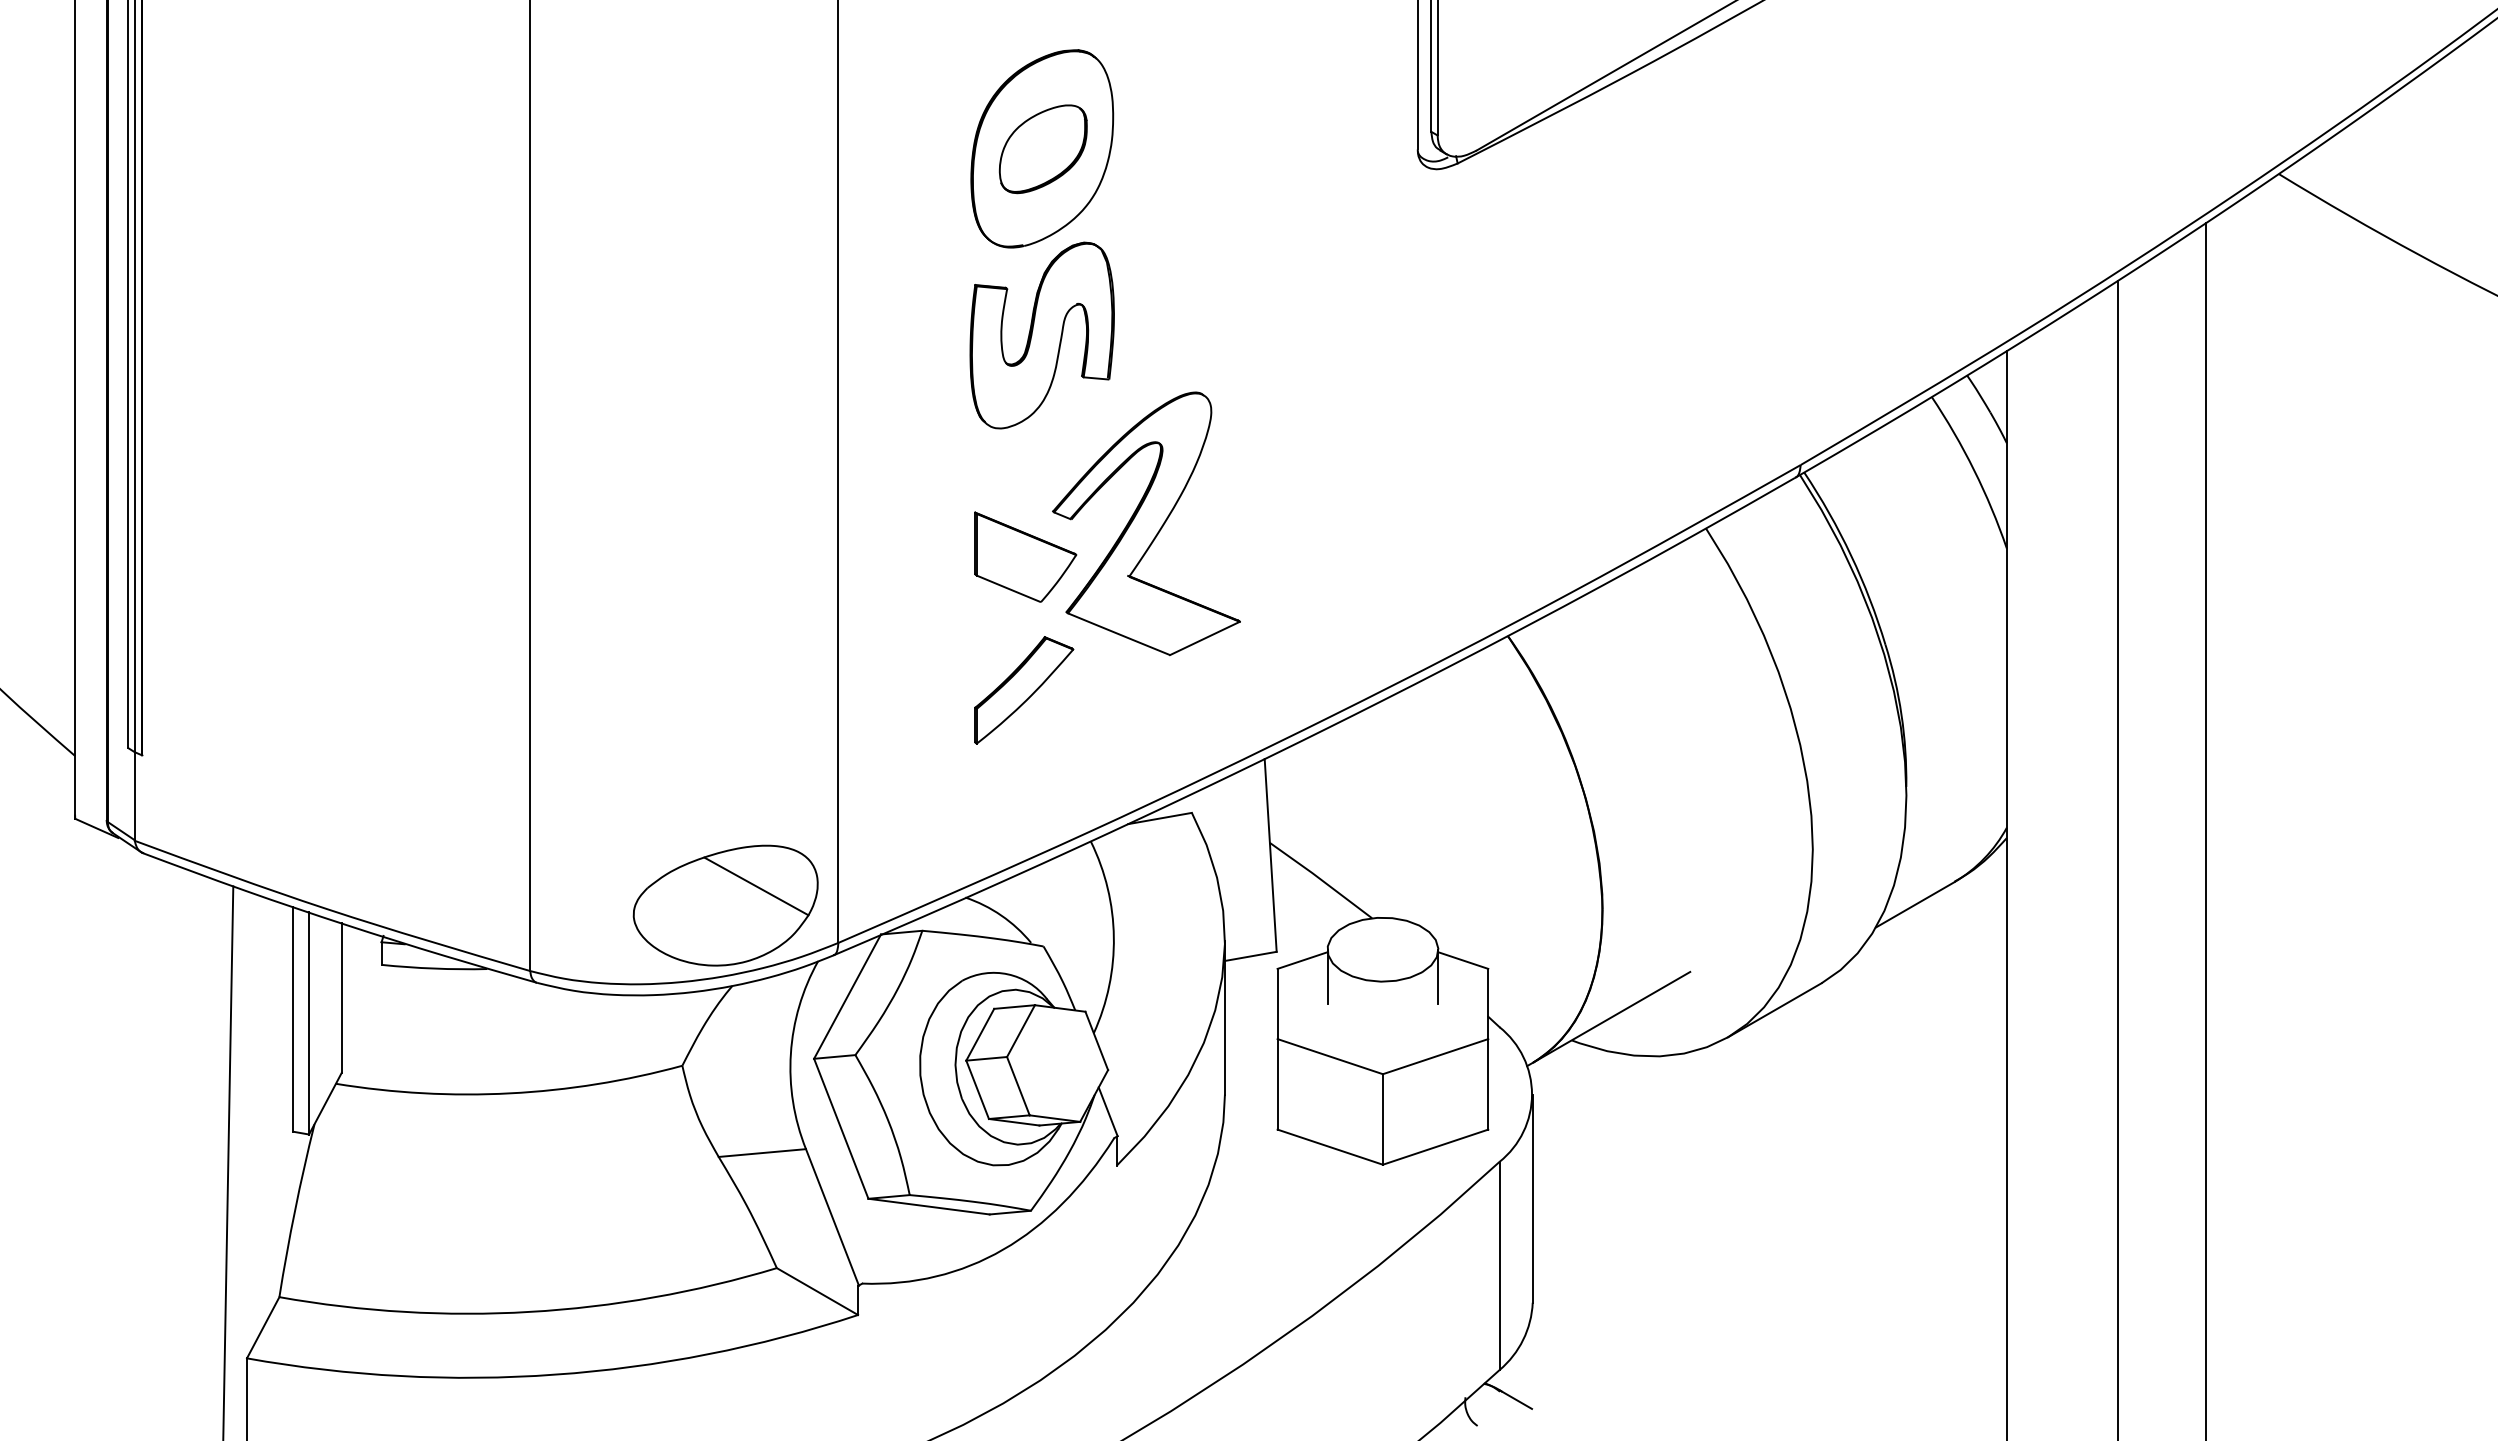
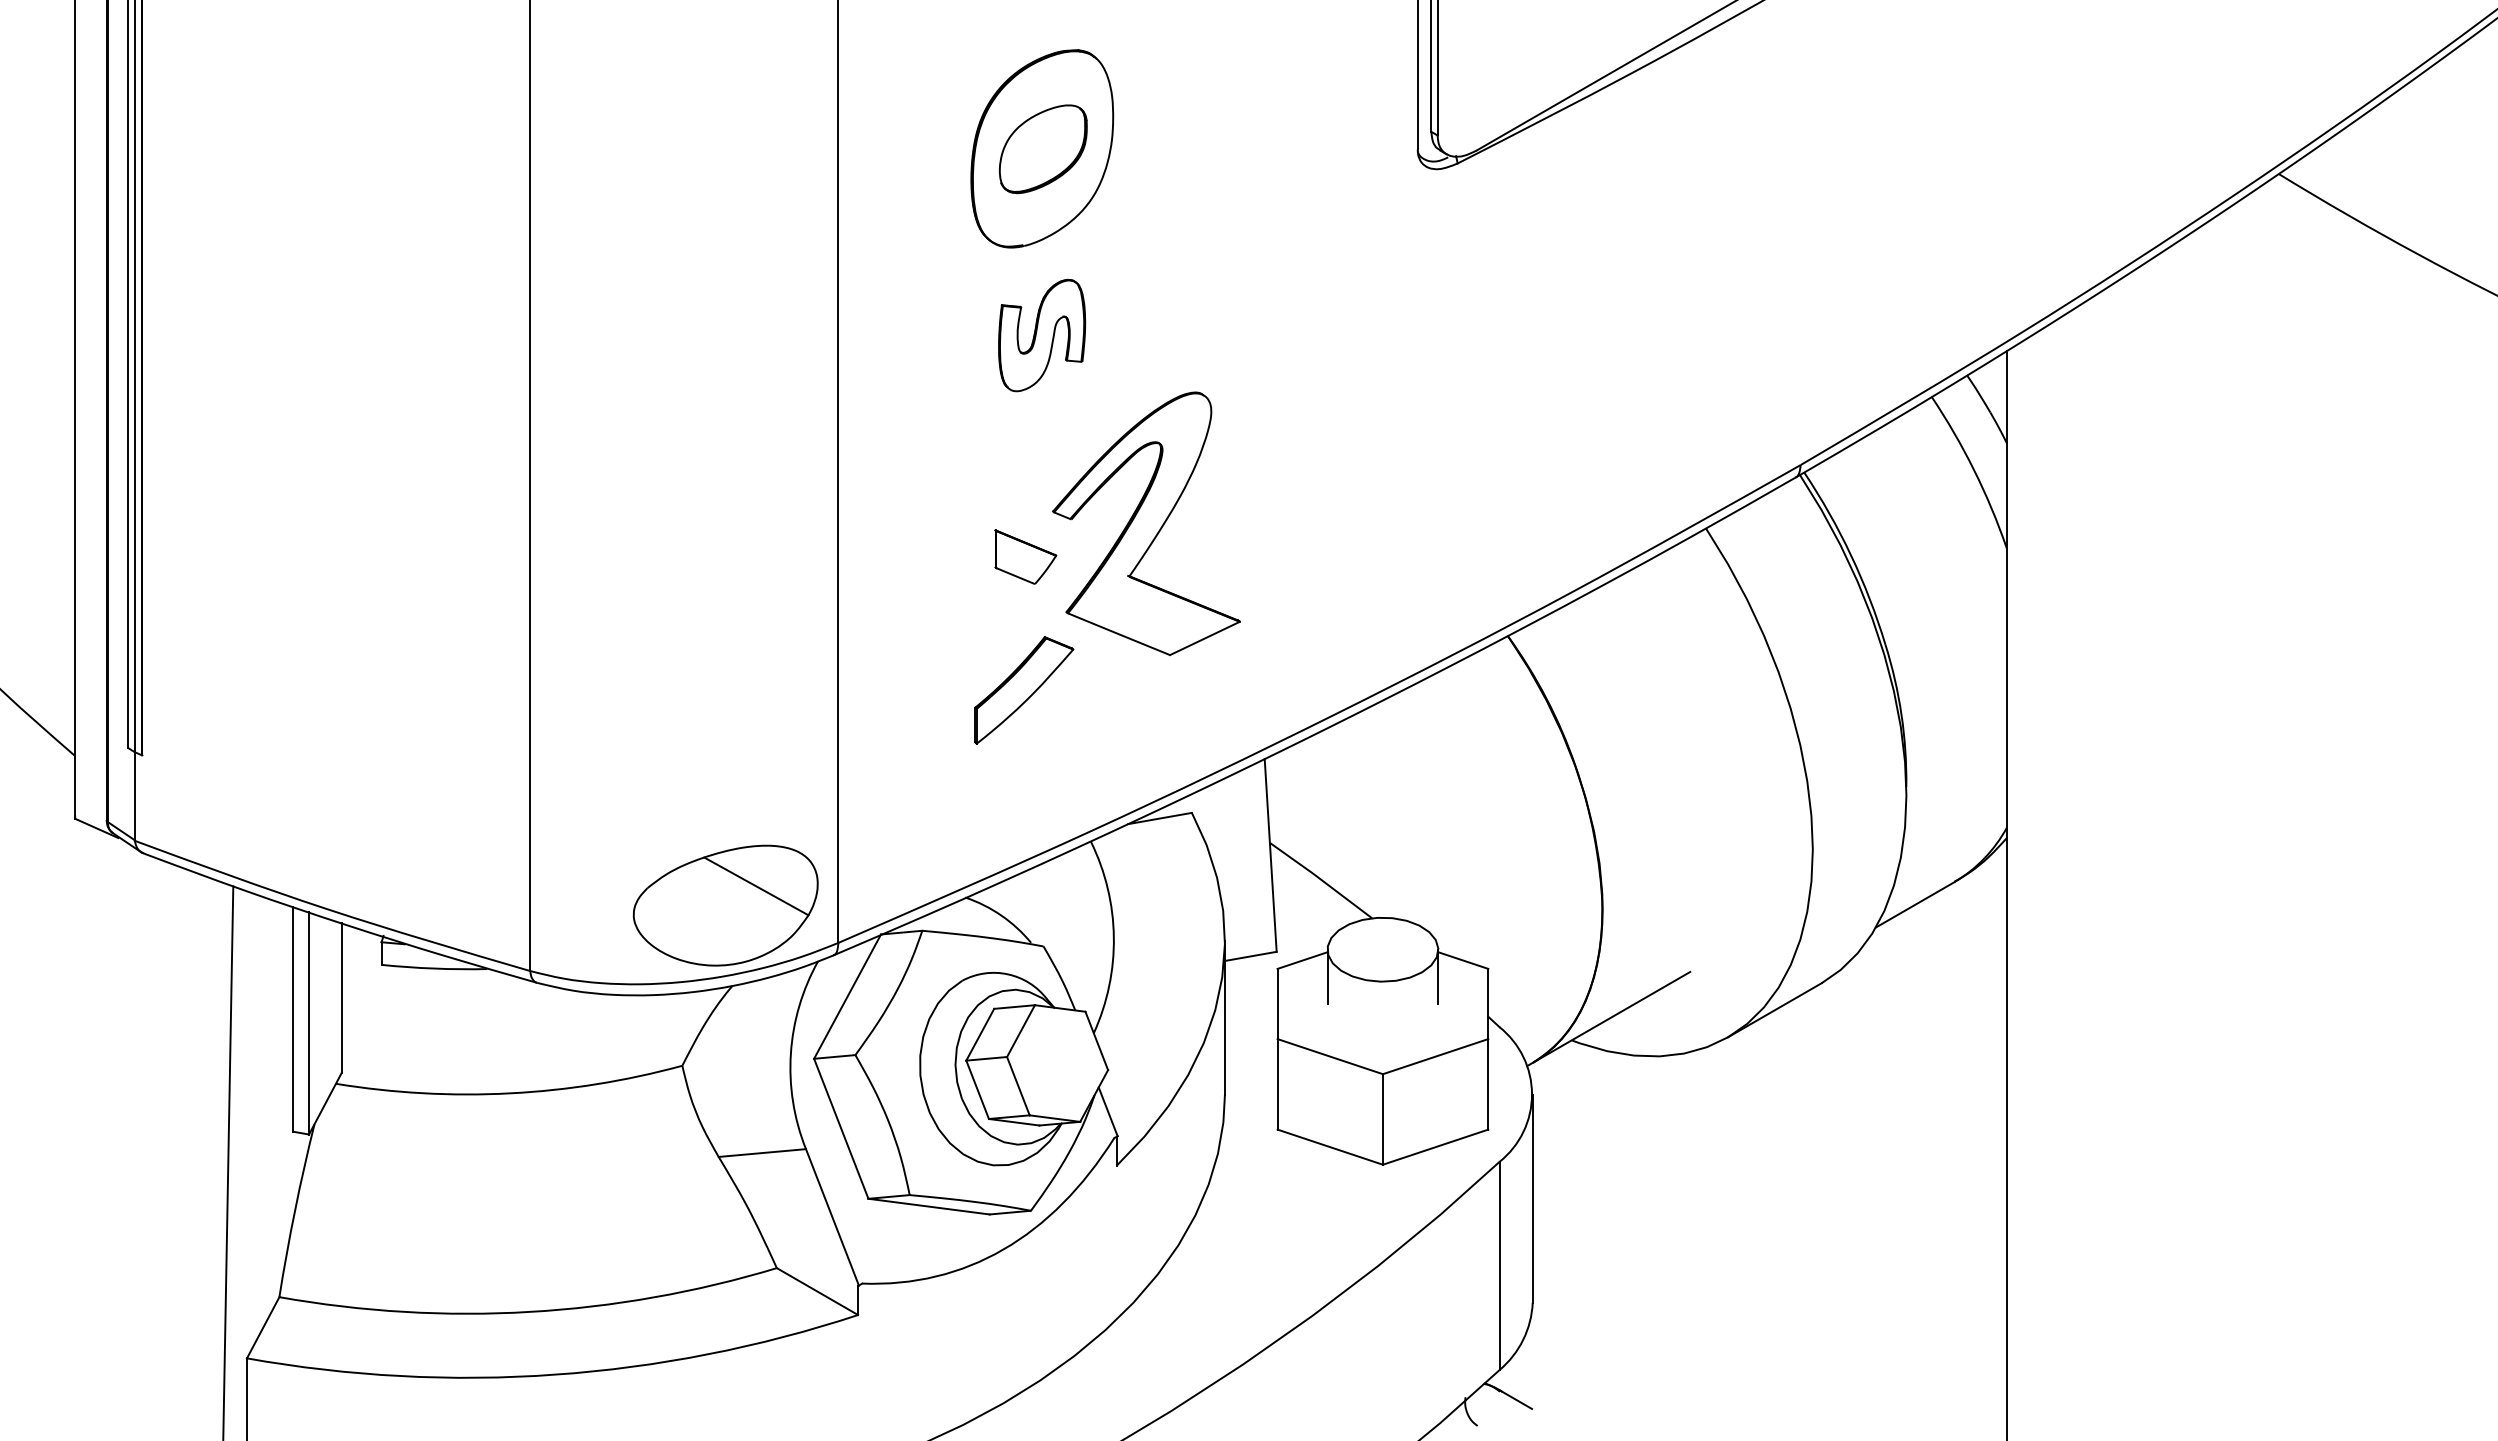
part at (1041, 335) size: 146x189 px -> 89x115 px
part at (1025, 556) size: 104x92 px -> 64x56 px
line at (2206, 829): present -> none
line at (2117, 859): present -> none
